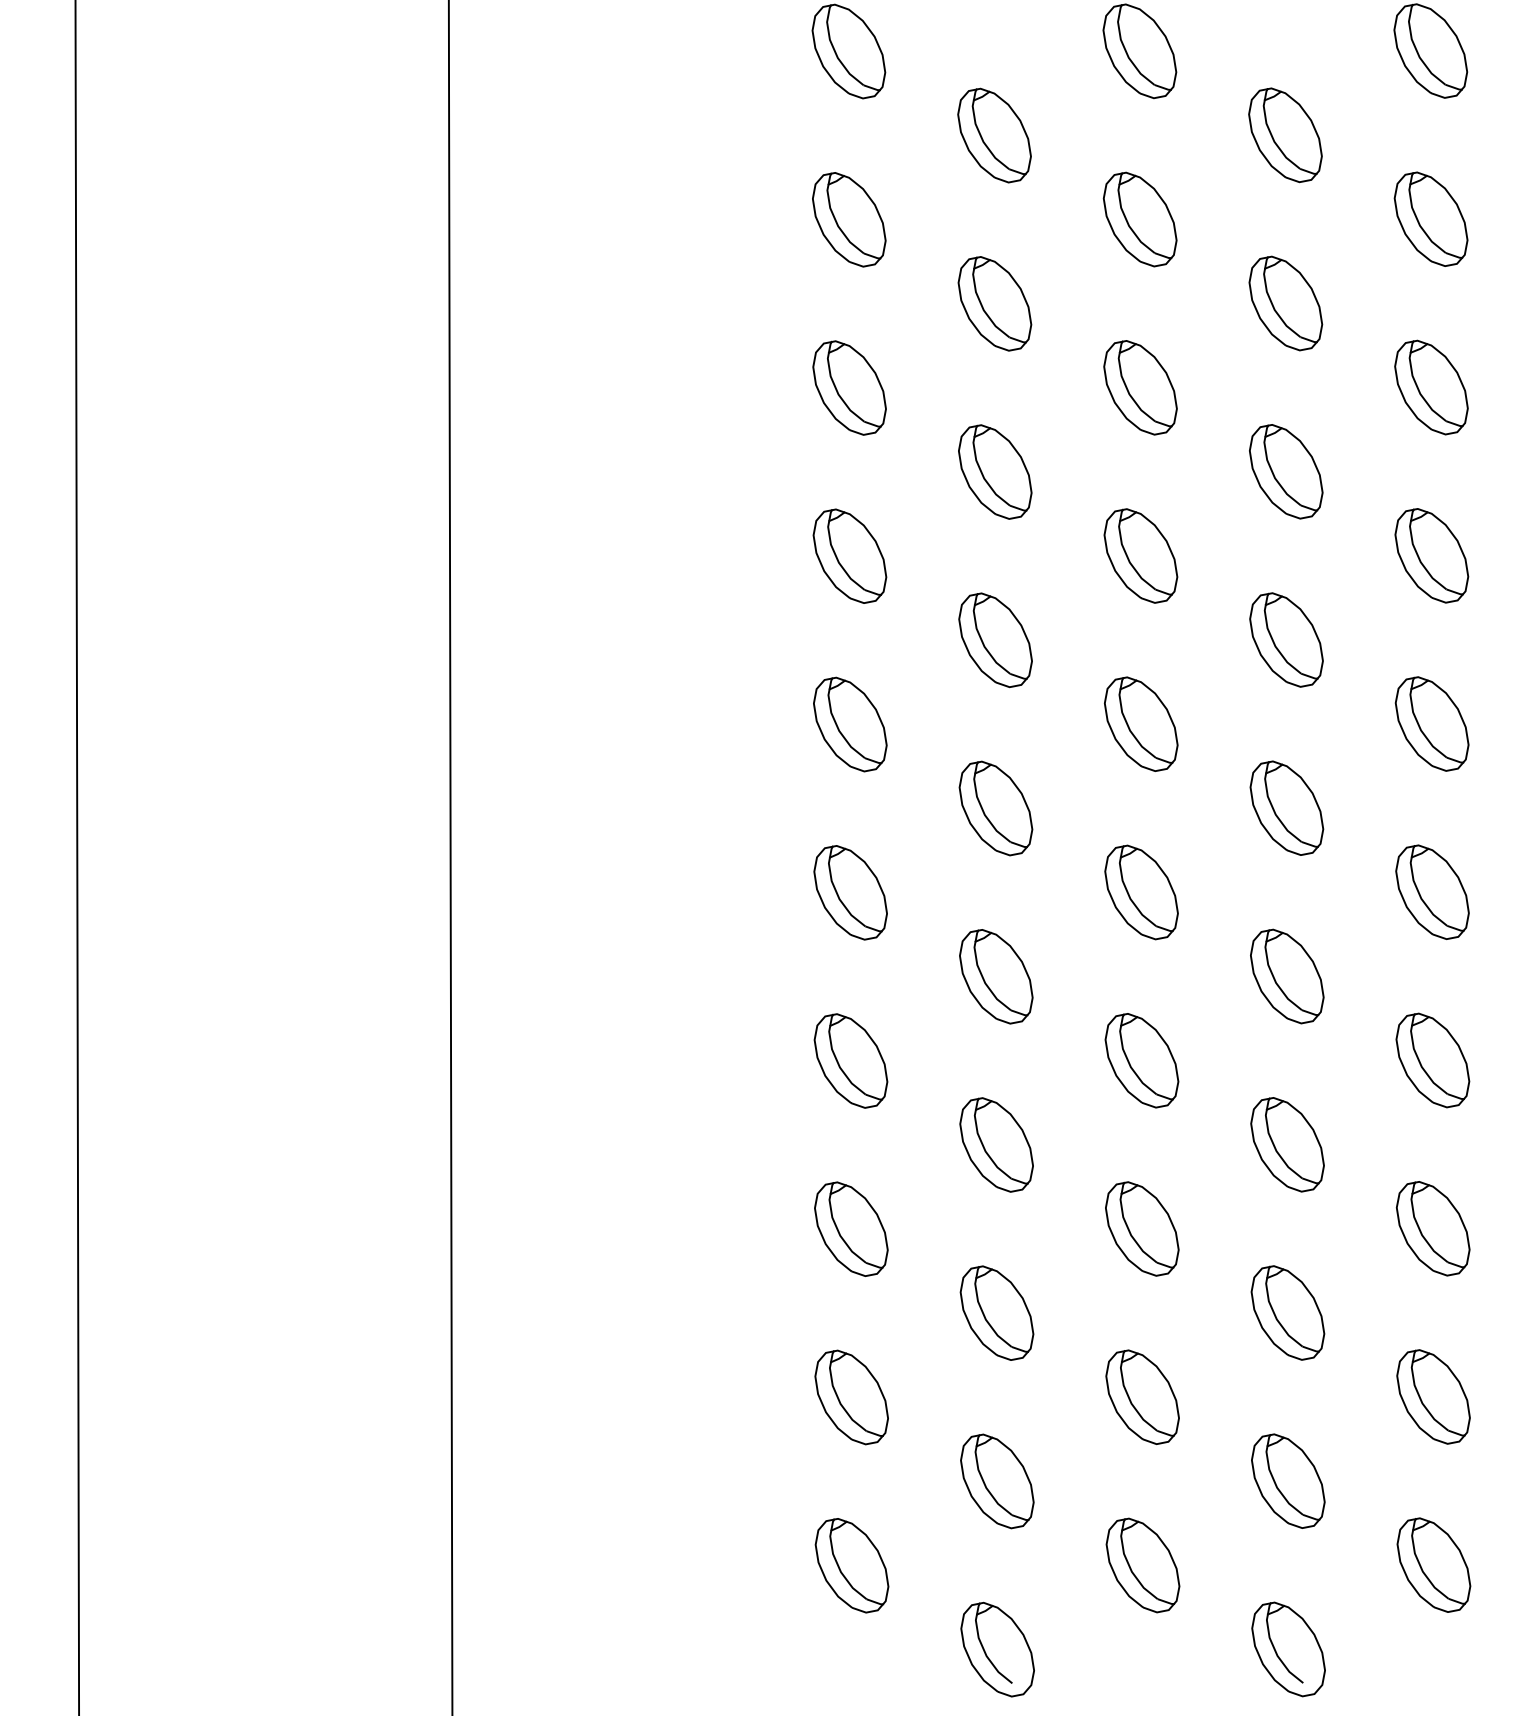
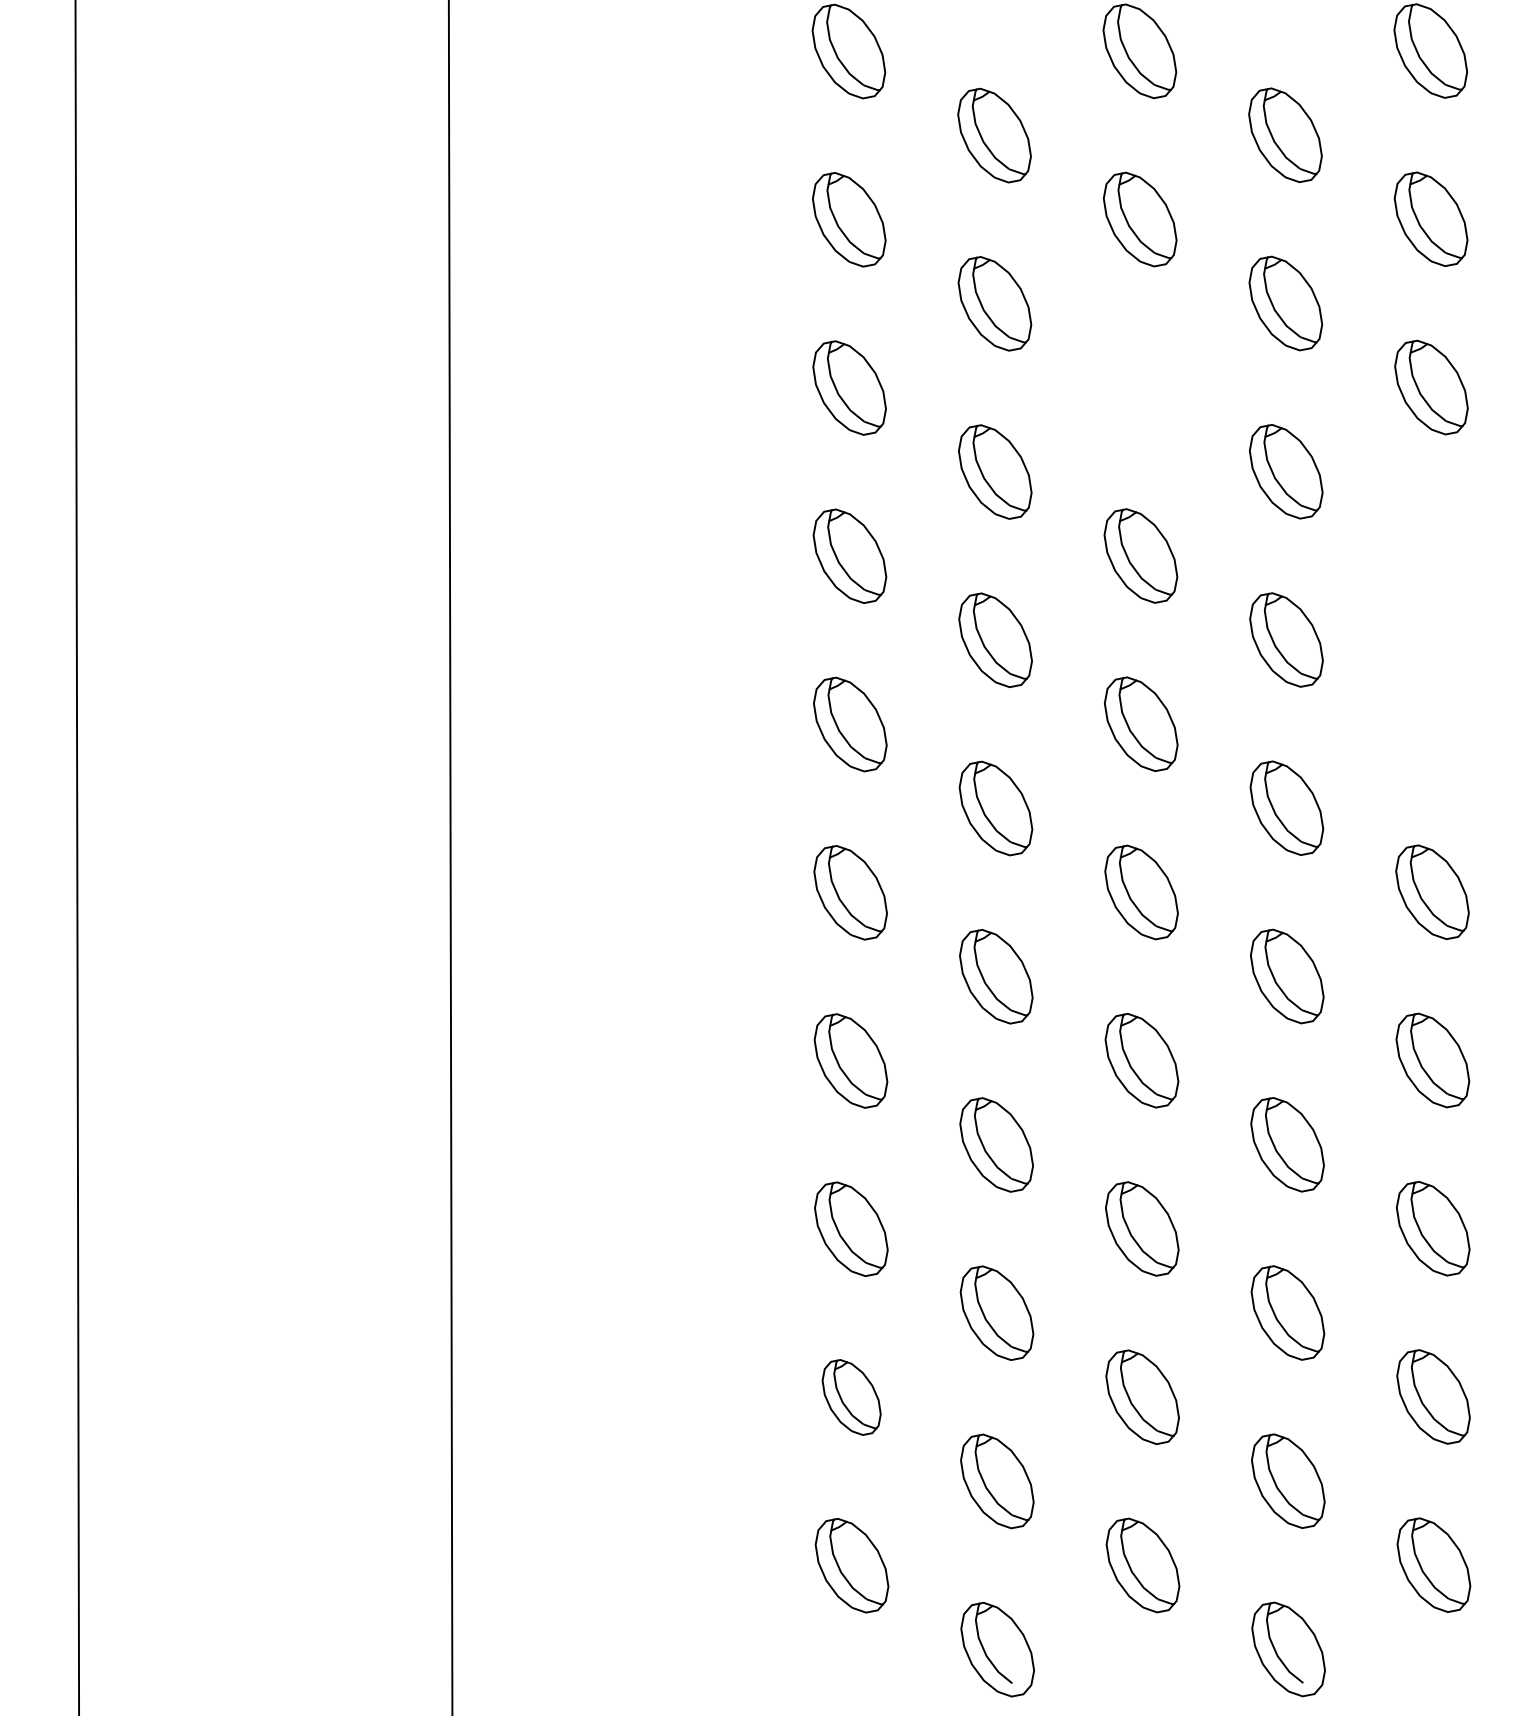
part at (1140, 387): present -> none
part at (1431, 555): present -> none
part at (1431, 723): present -> none
part at (851, 1397) size: 75x97 px -> 61x77 px
